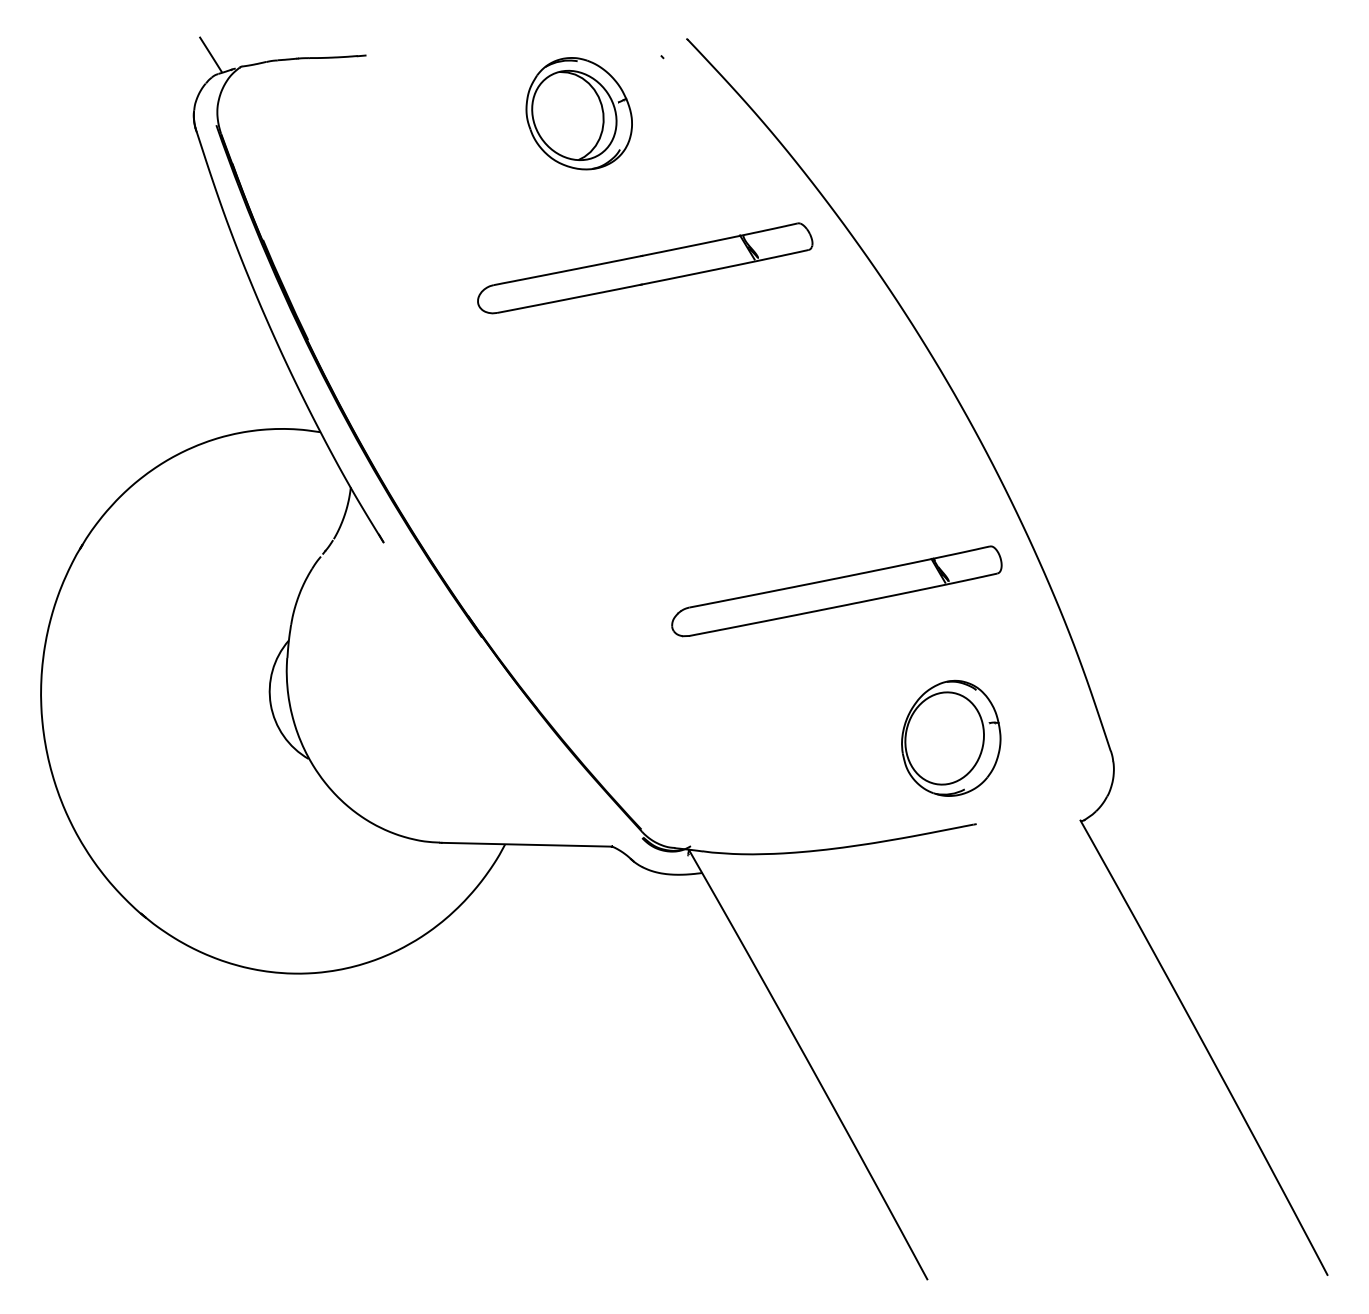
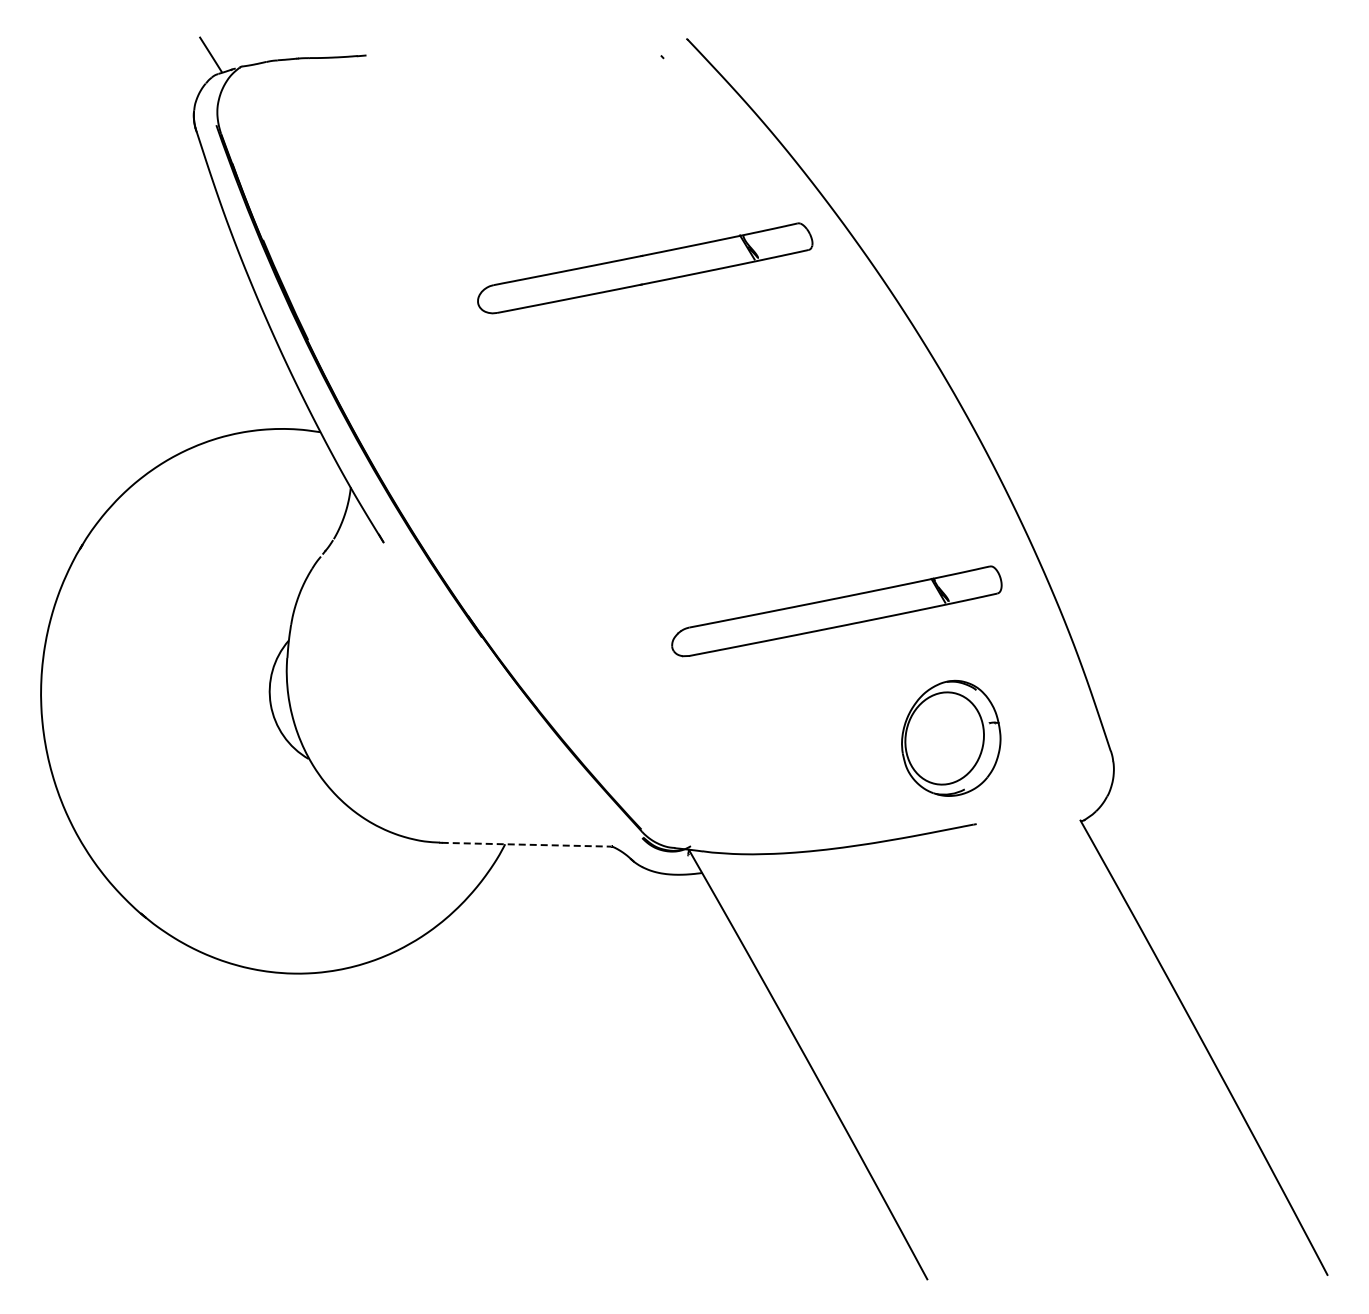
part at (578, 113): present -> none
part at (836, 591) position: (836, 591) -> (836, 611)
line at (526, 844): solid -> dashed
